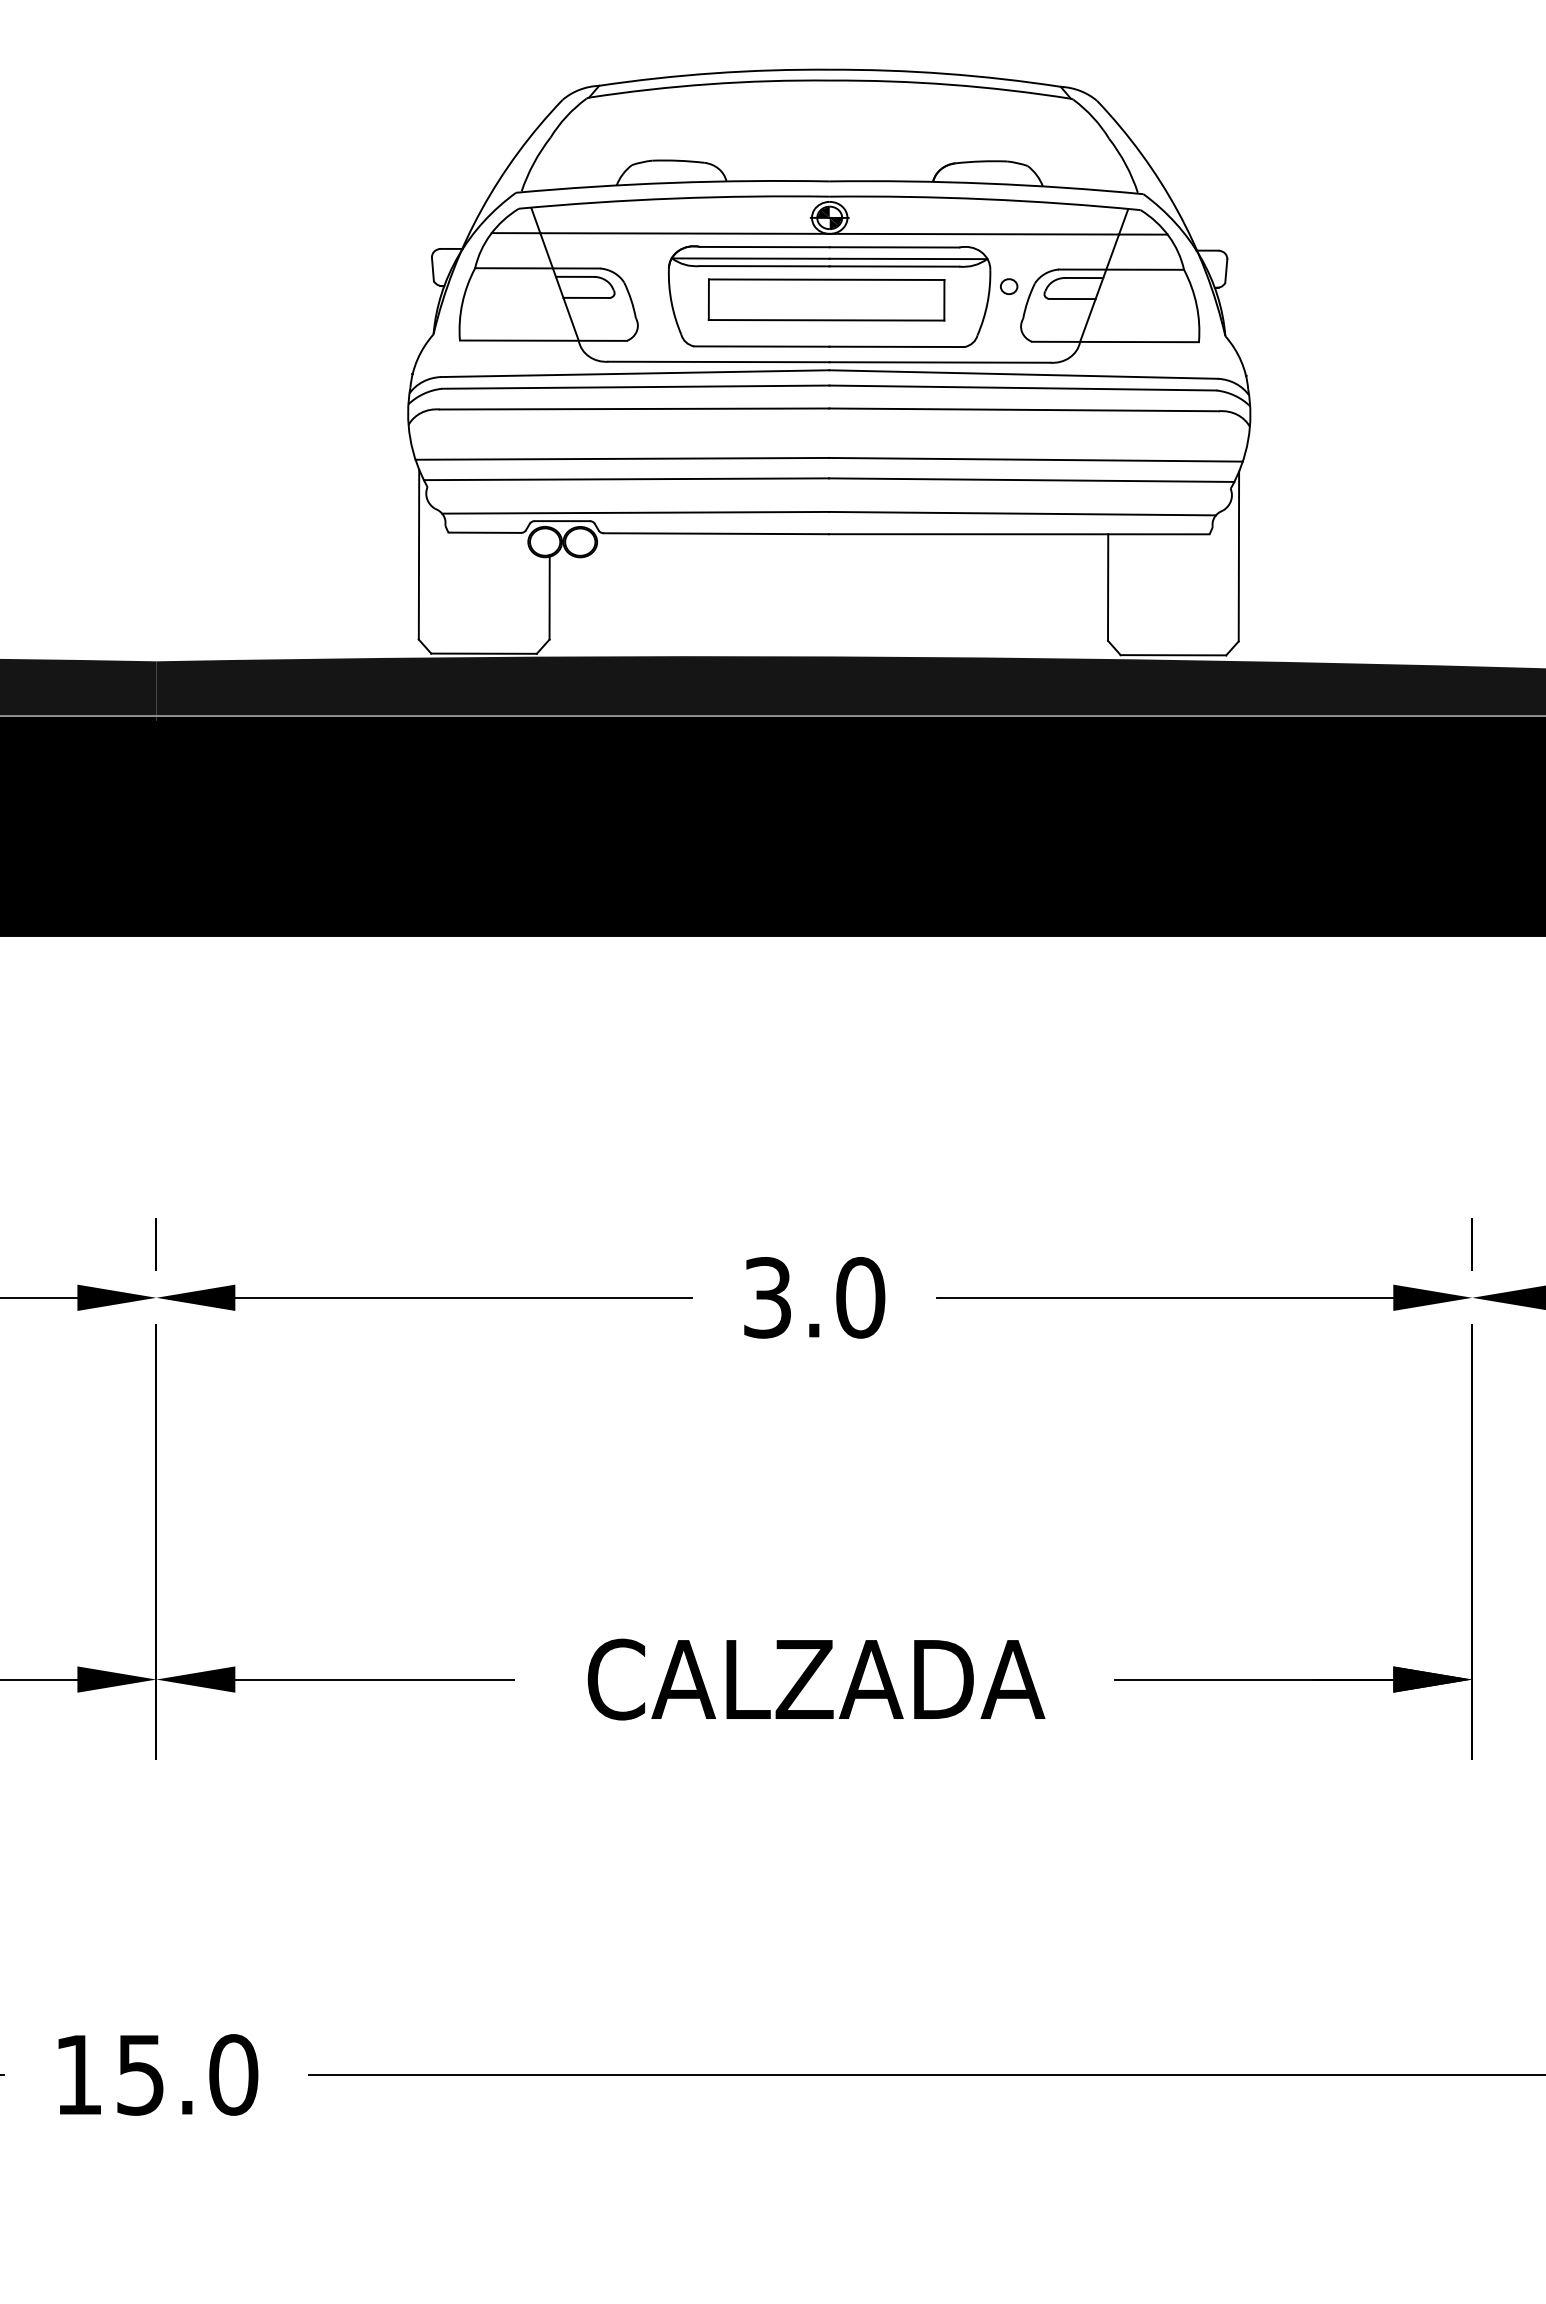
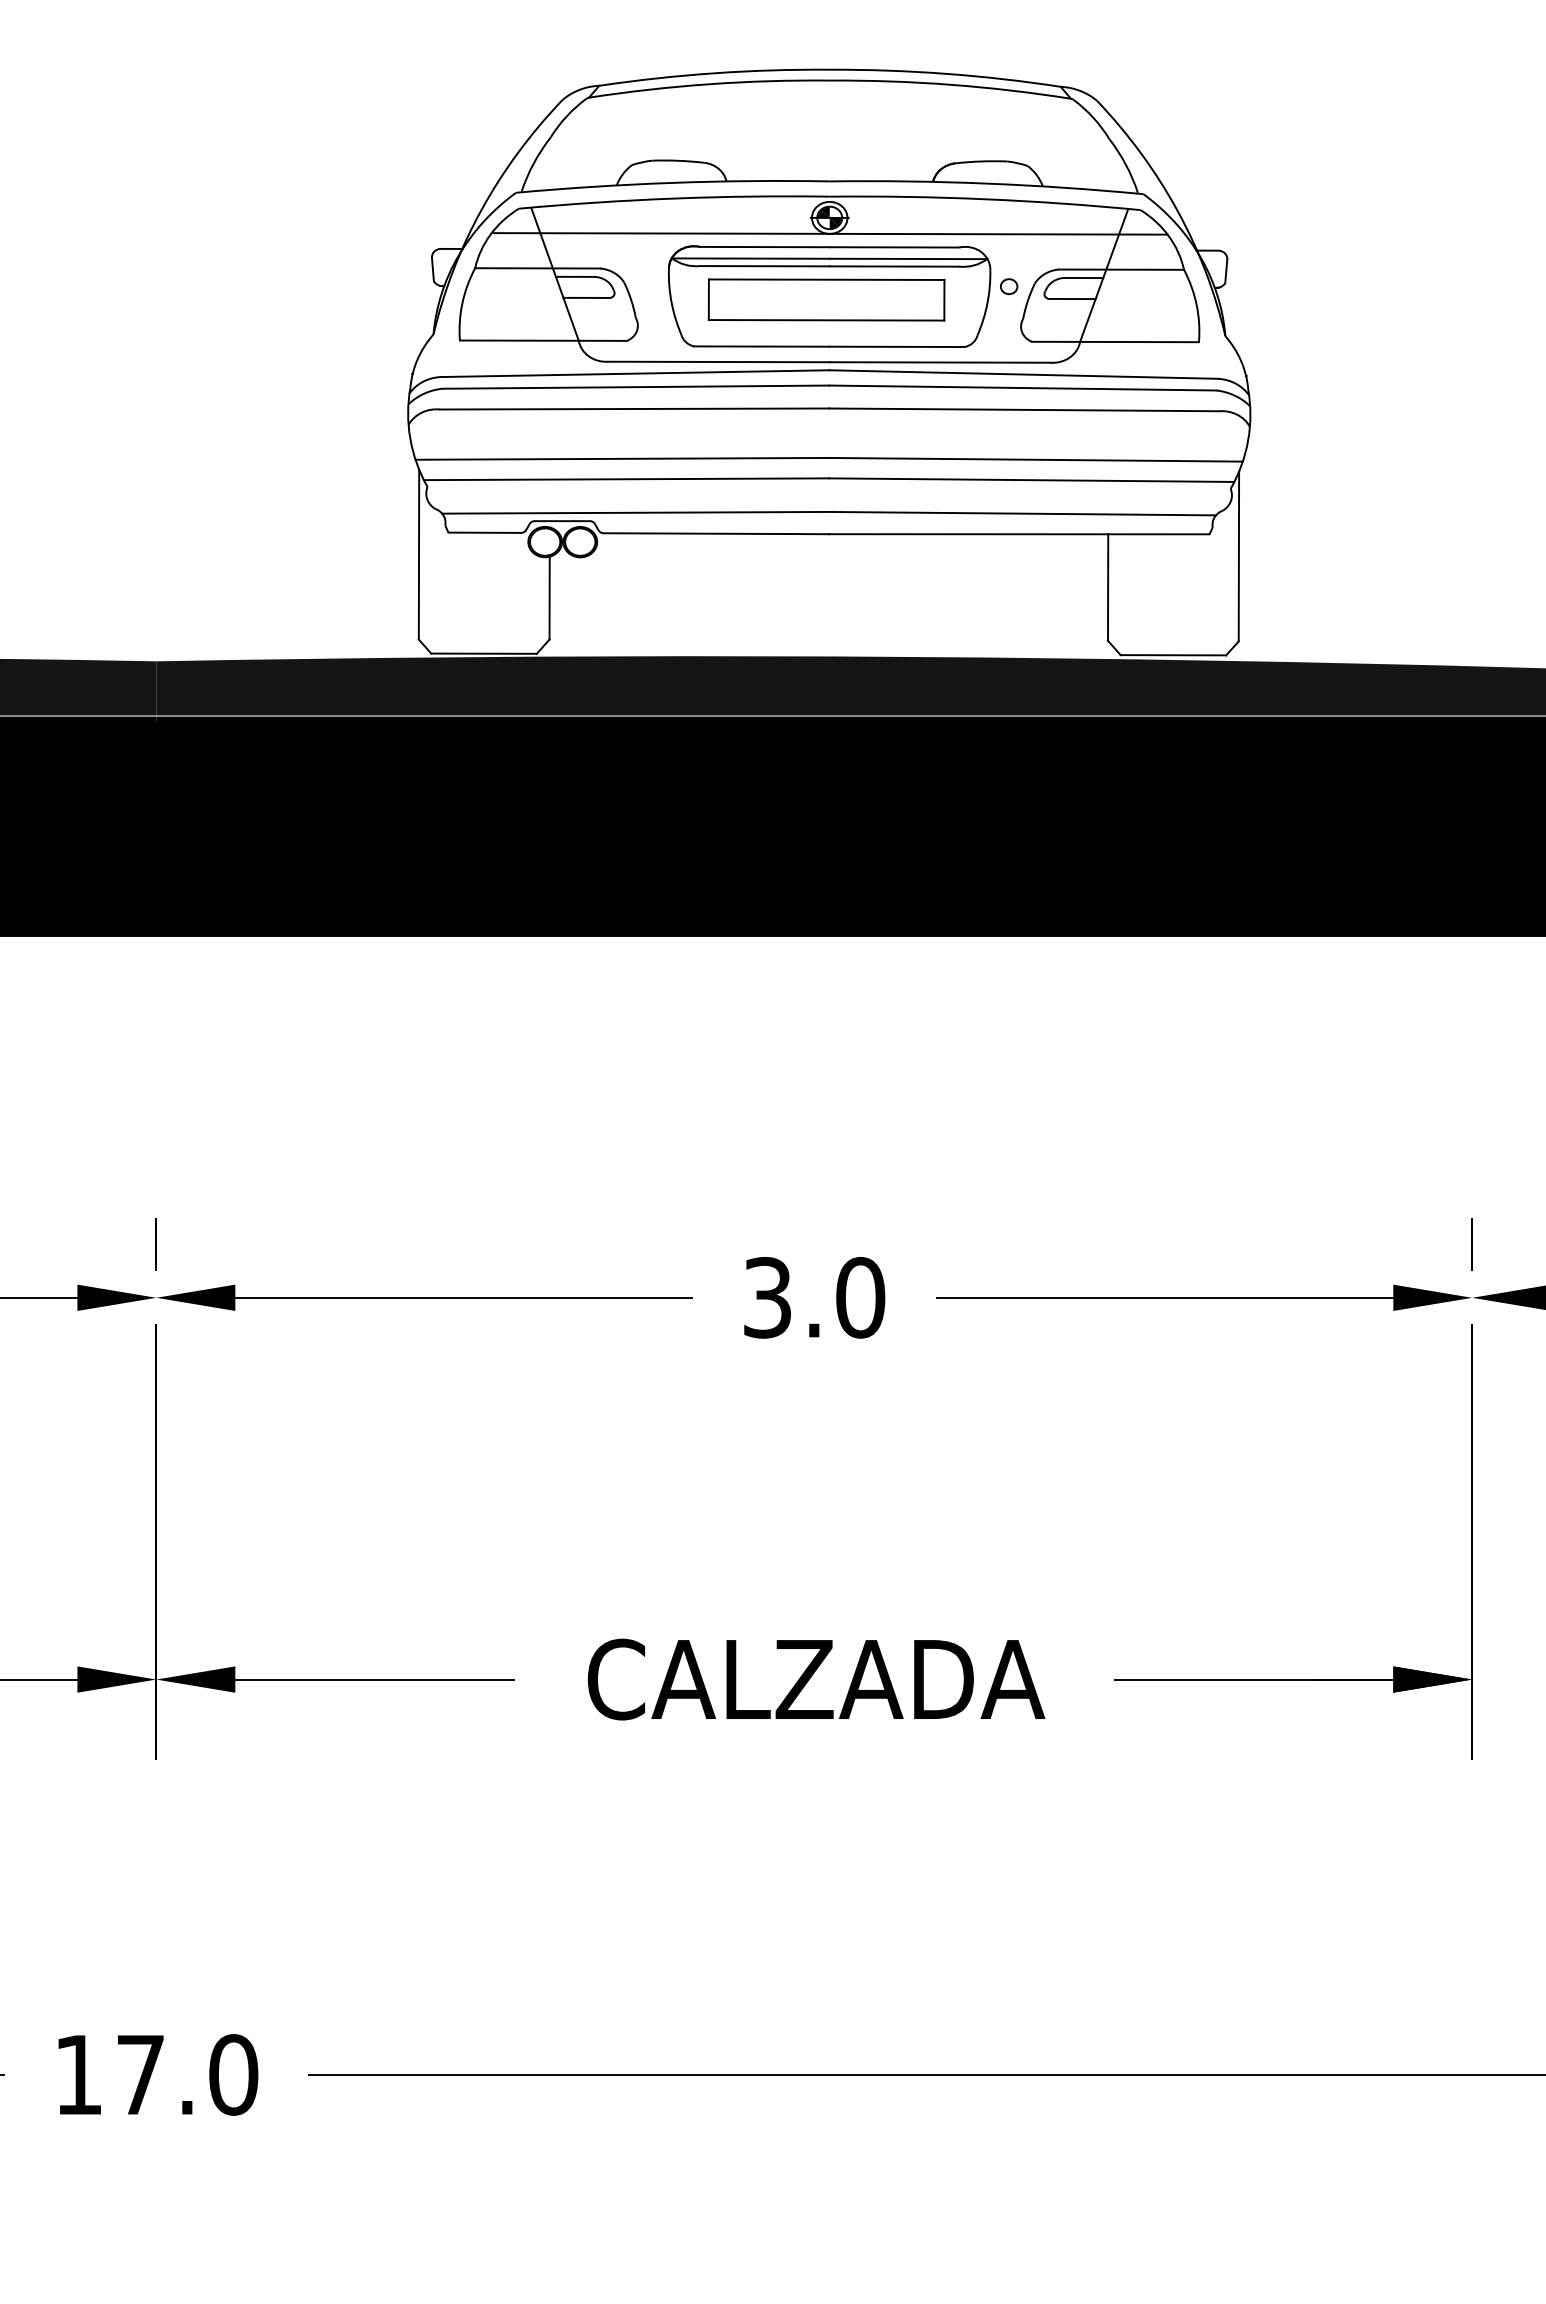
text at (140, 2075): 15.0 -> 17.0
